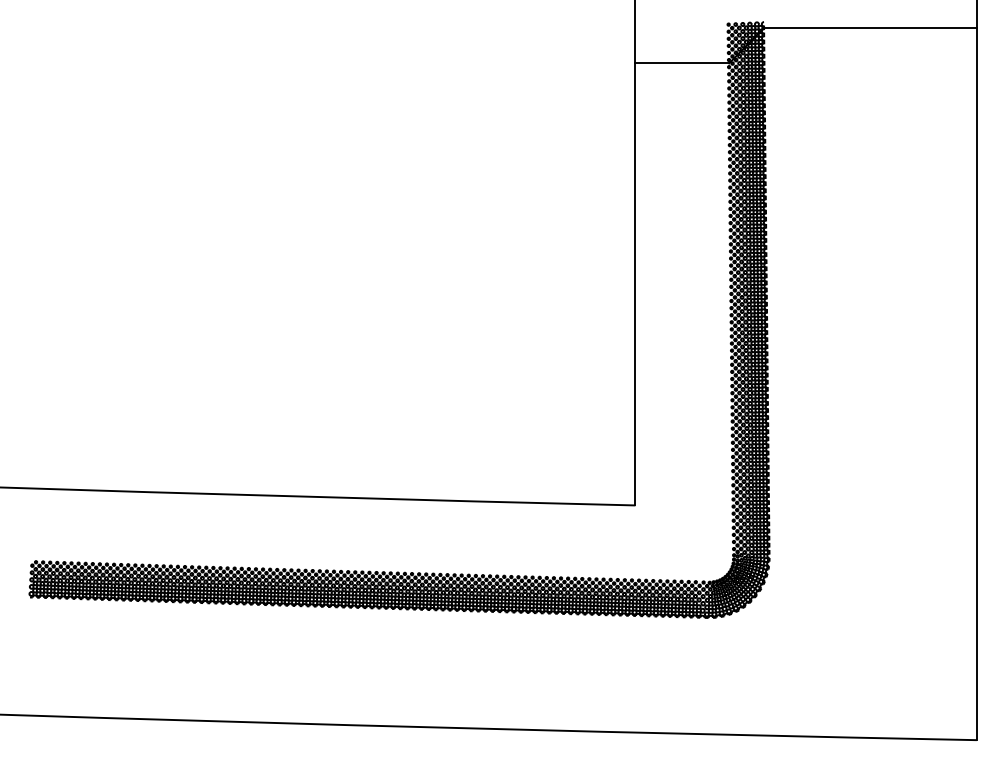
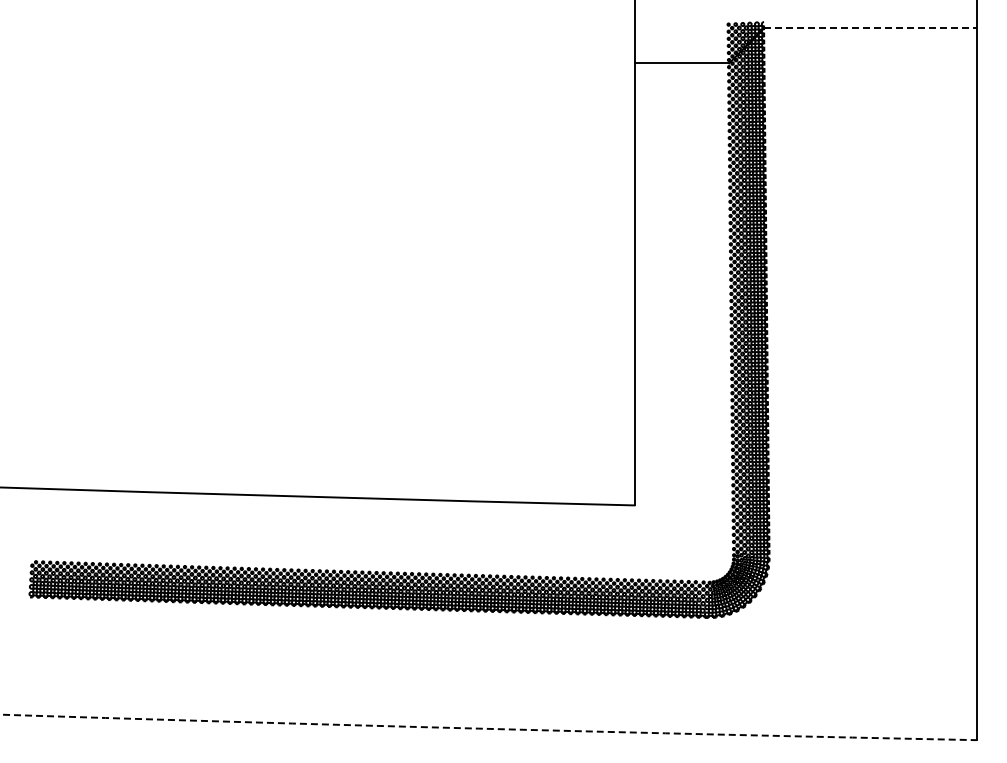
line at (870, 27): solid -> dashed
arc at (488, 728): solid -> dashed
